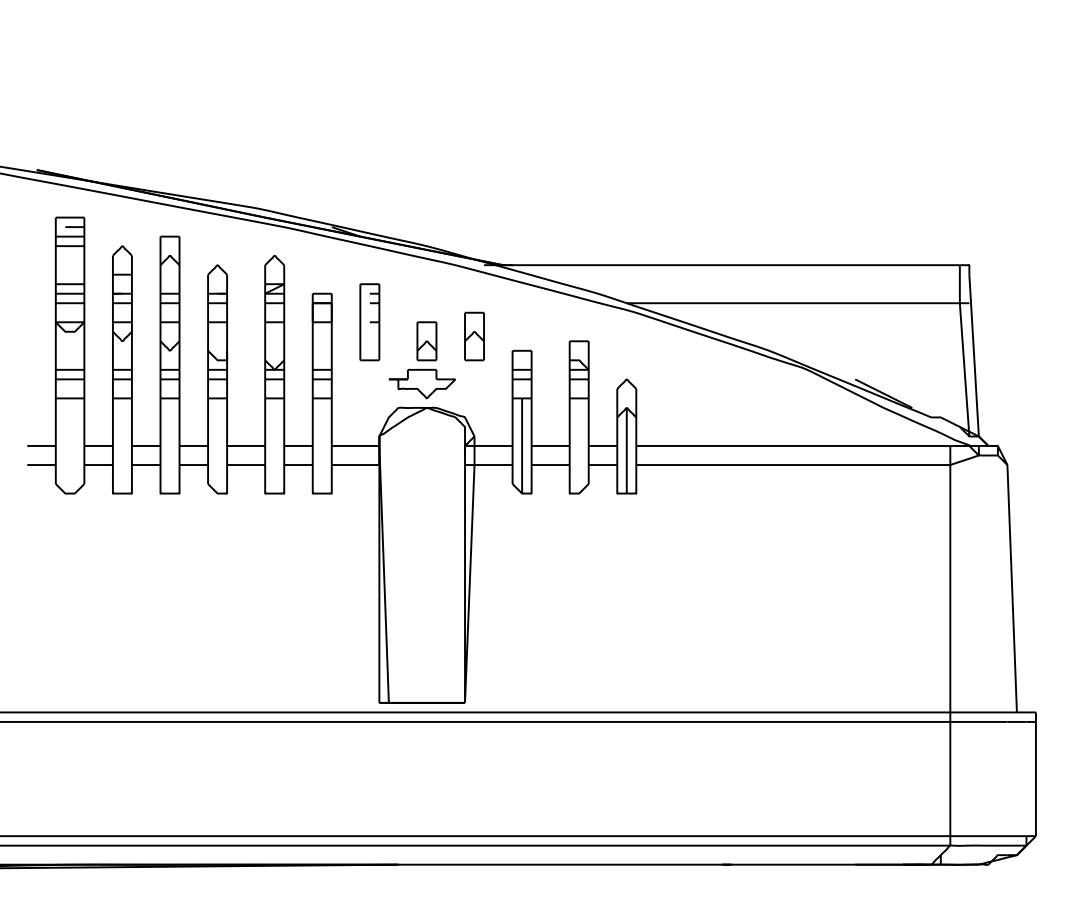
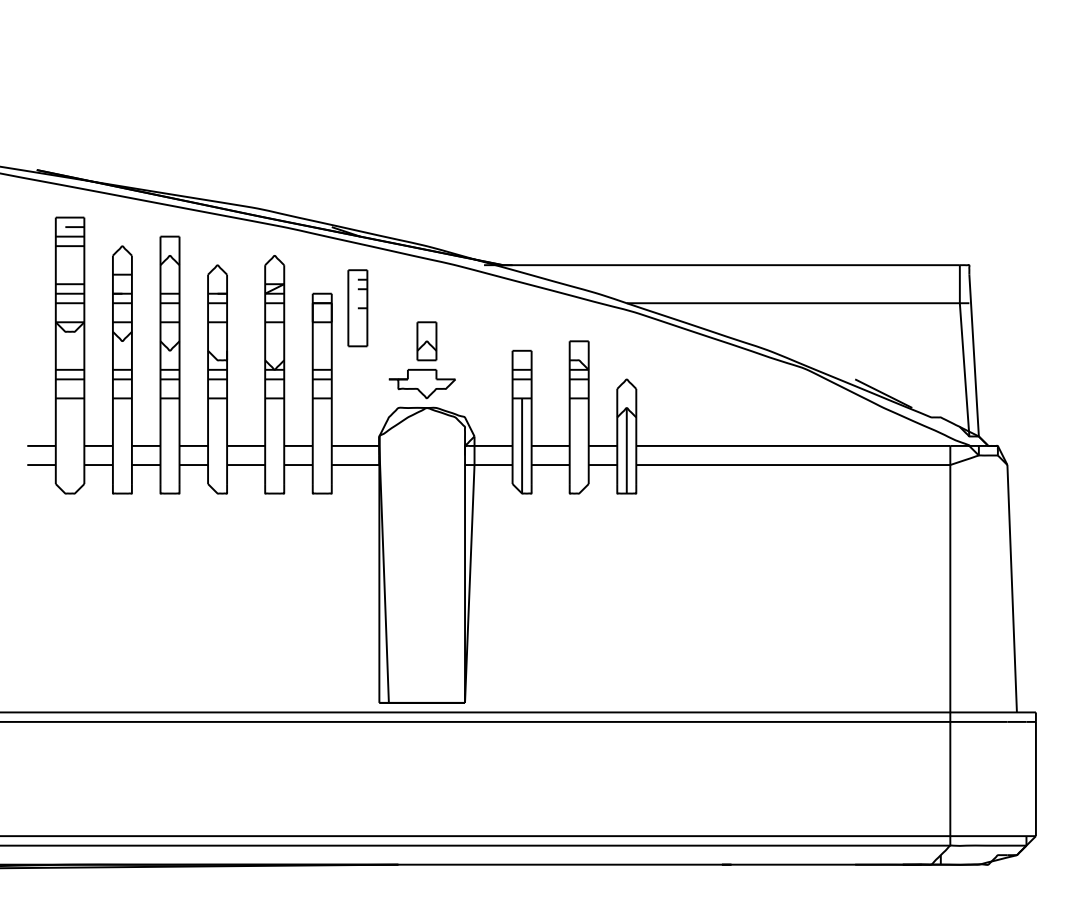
part at (369, 322) position: (369, 322) -> (357, 308)
part at (474, 336): present -> none
